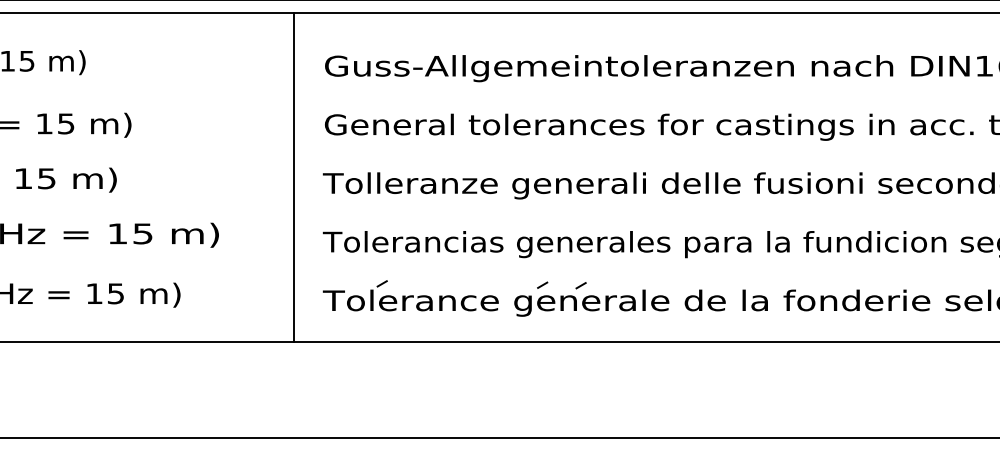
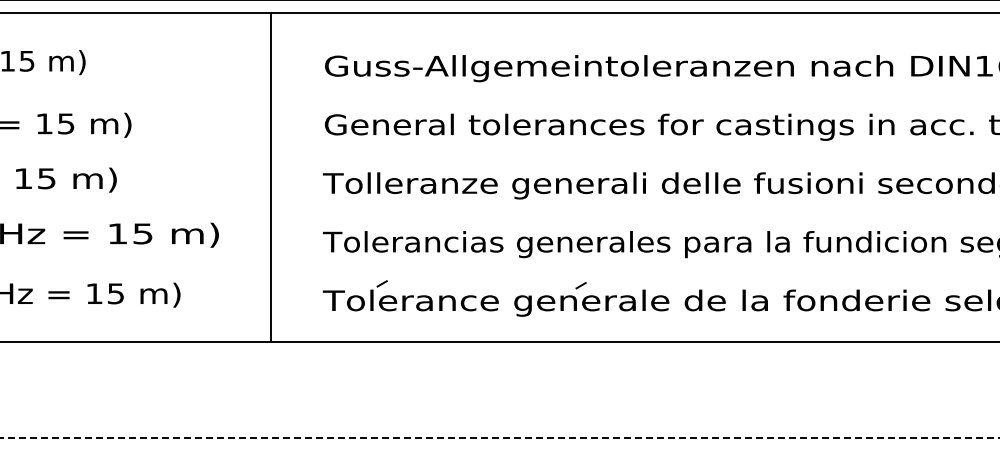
line at (293, 177) position: (293, 177) -> (270, 177)
line at (542, 284): present -> none
line at (500, 437): solid -> dashed
